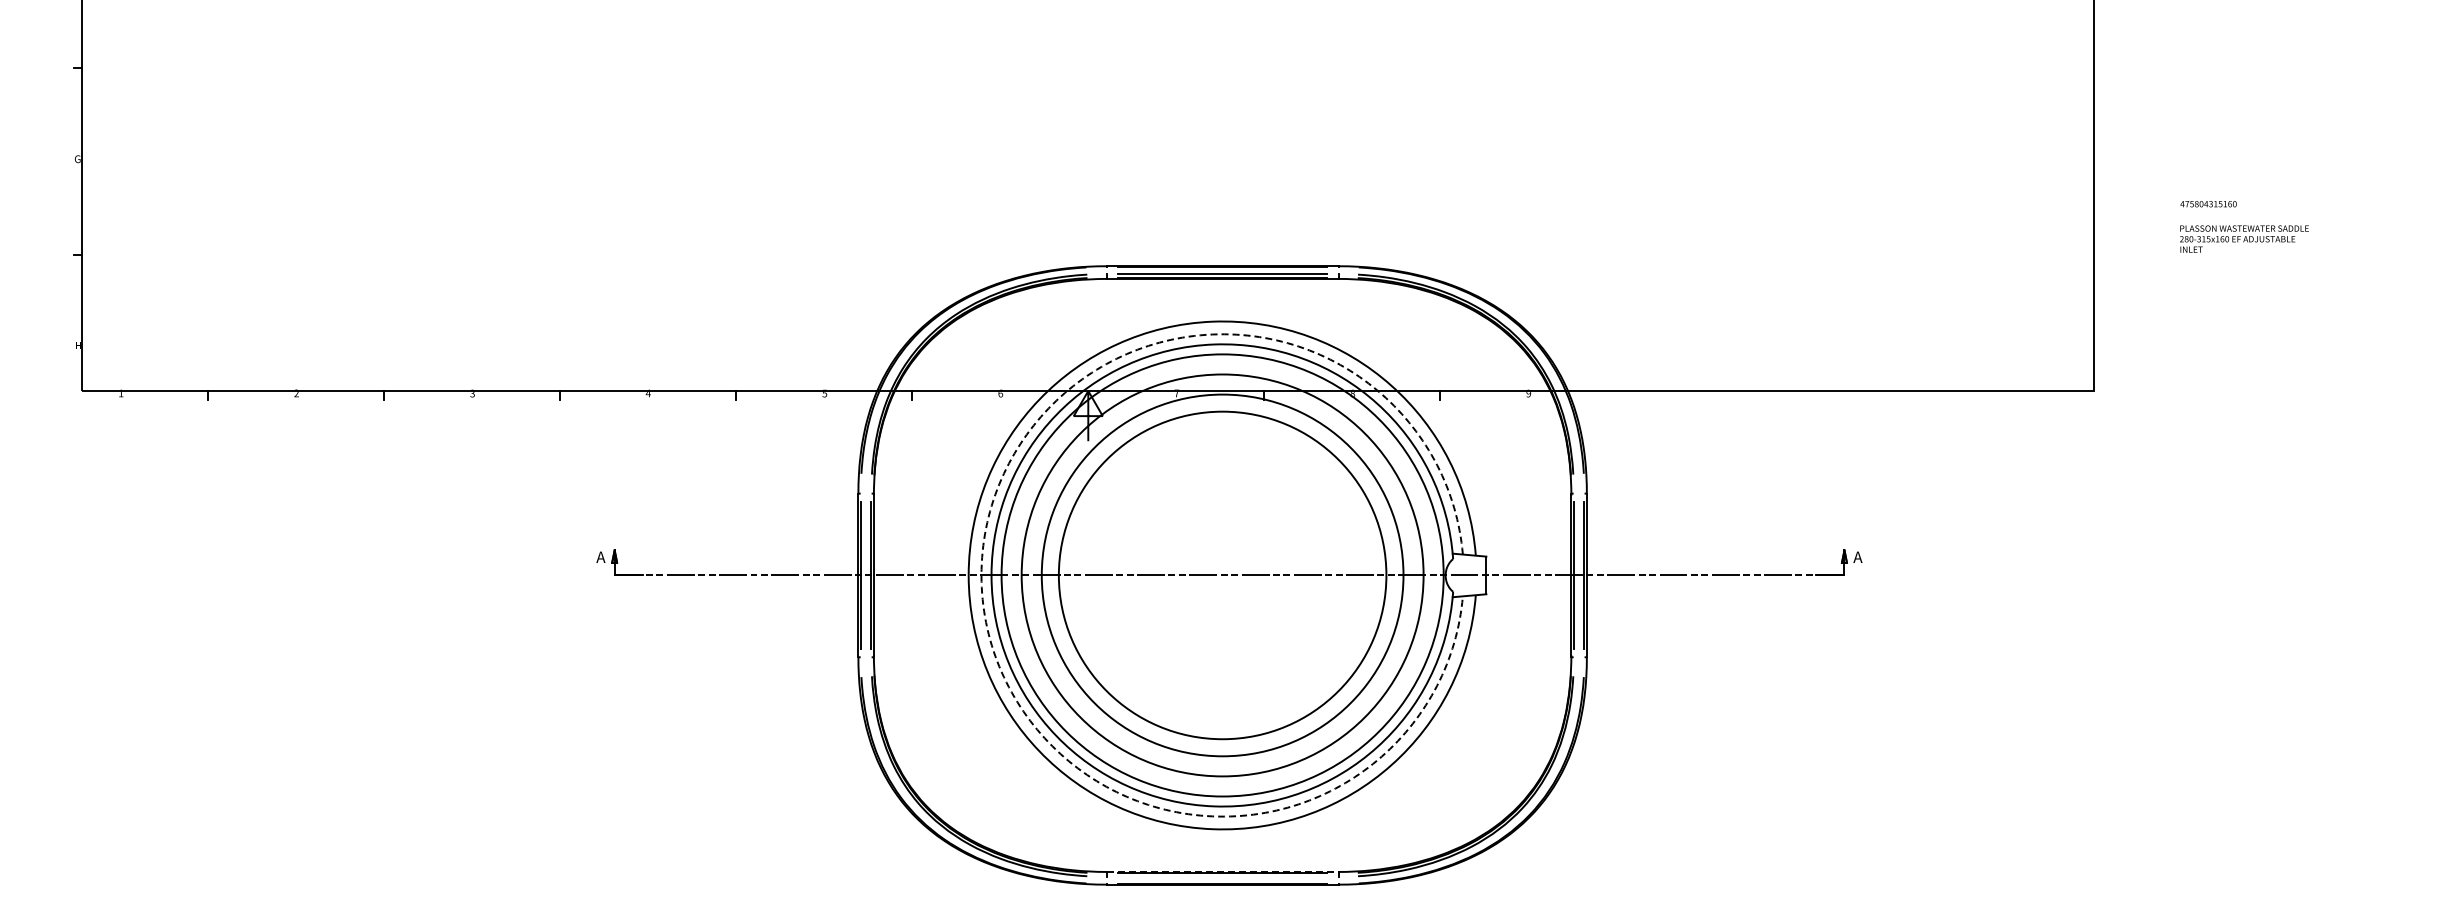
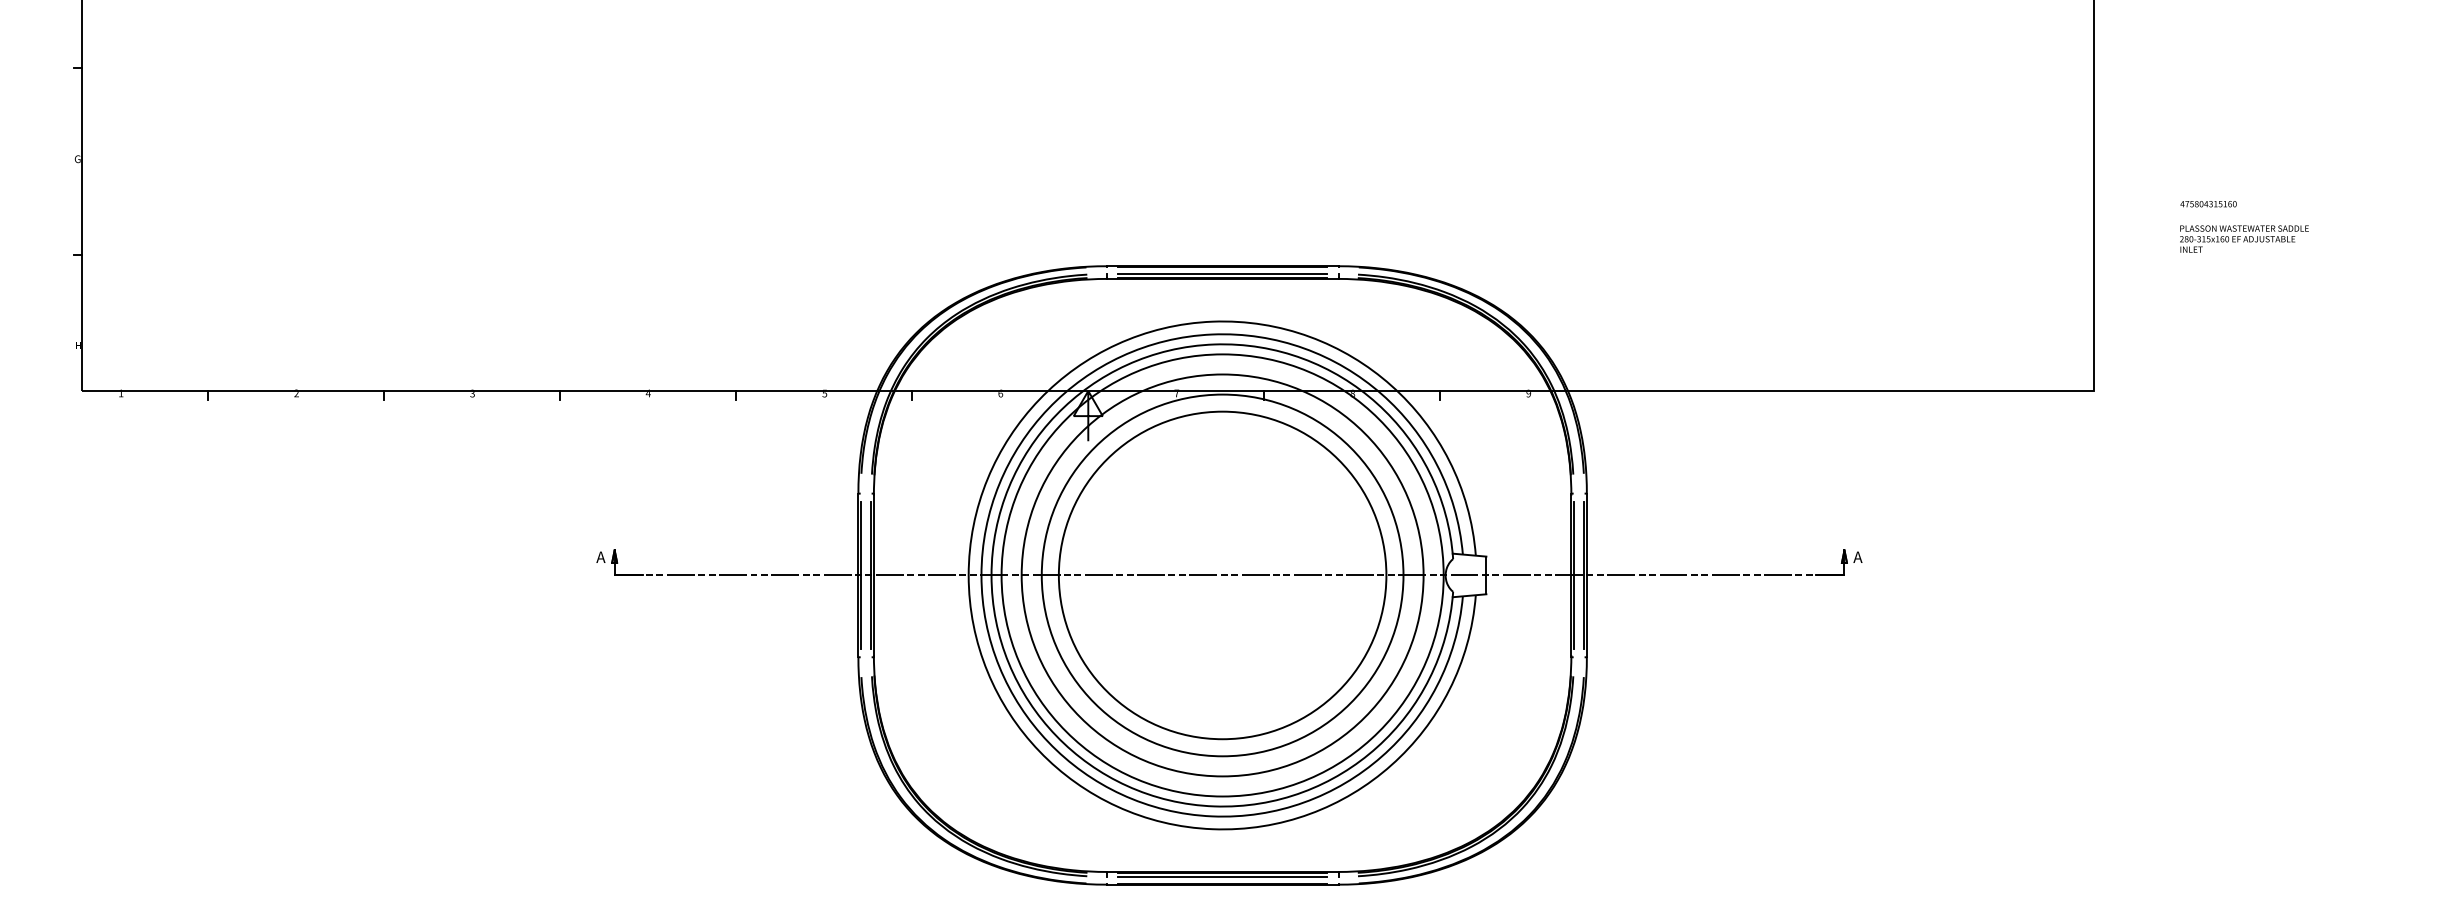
arc at (981, 575): dashed -> solid
line at (1223, 871): dashed -> solid
line at (1222, 876): none -> present
